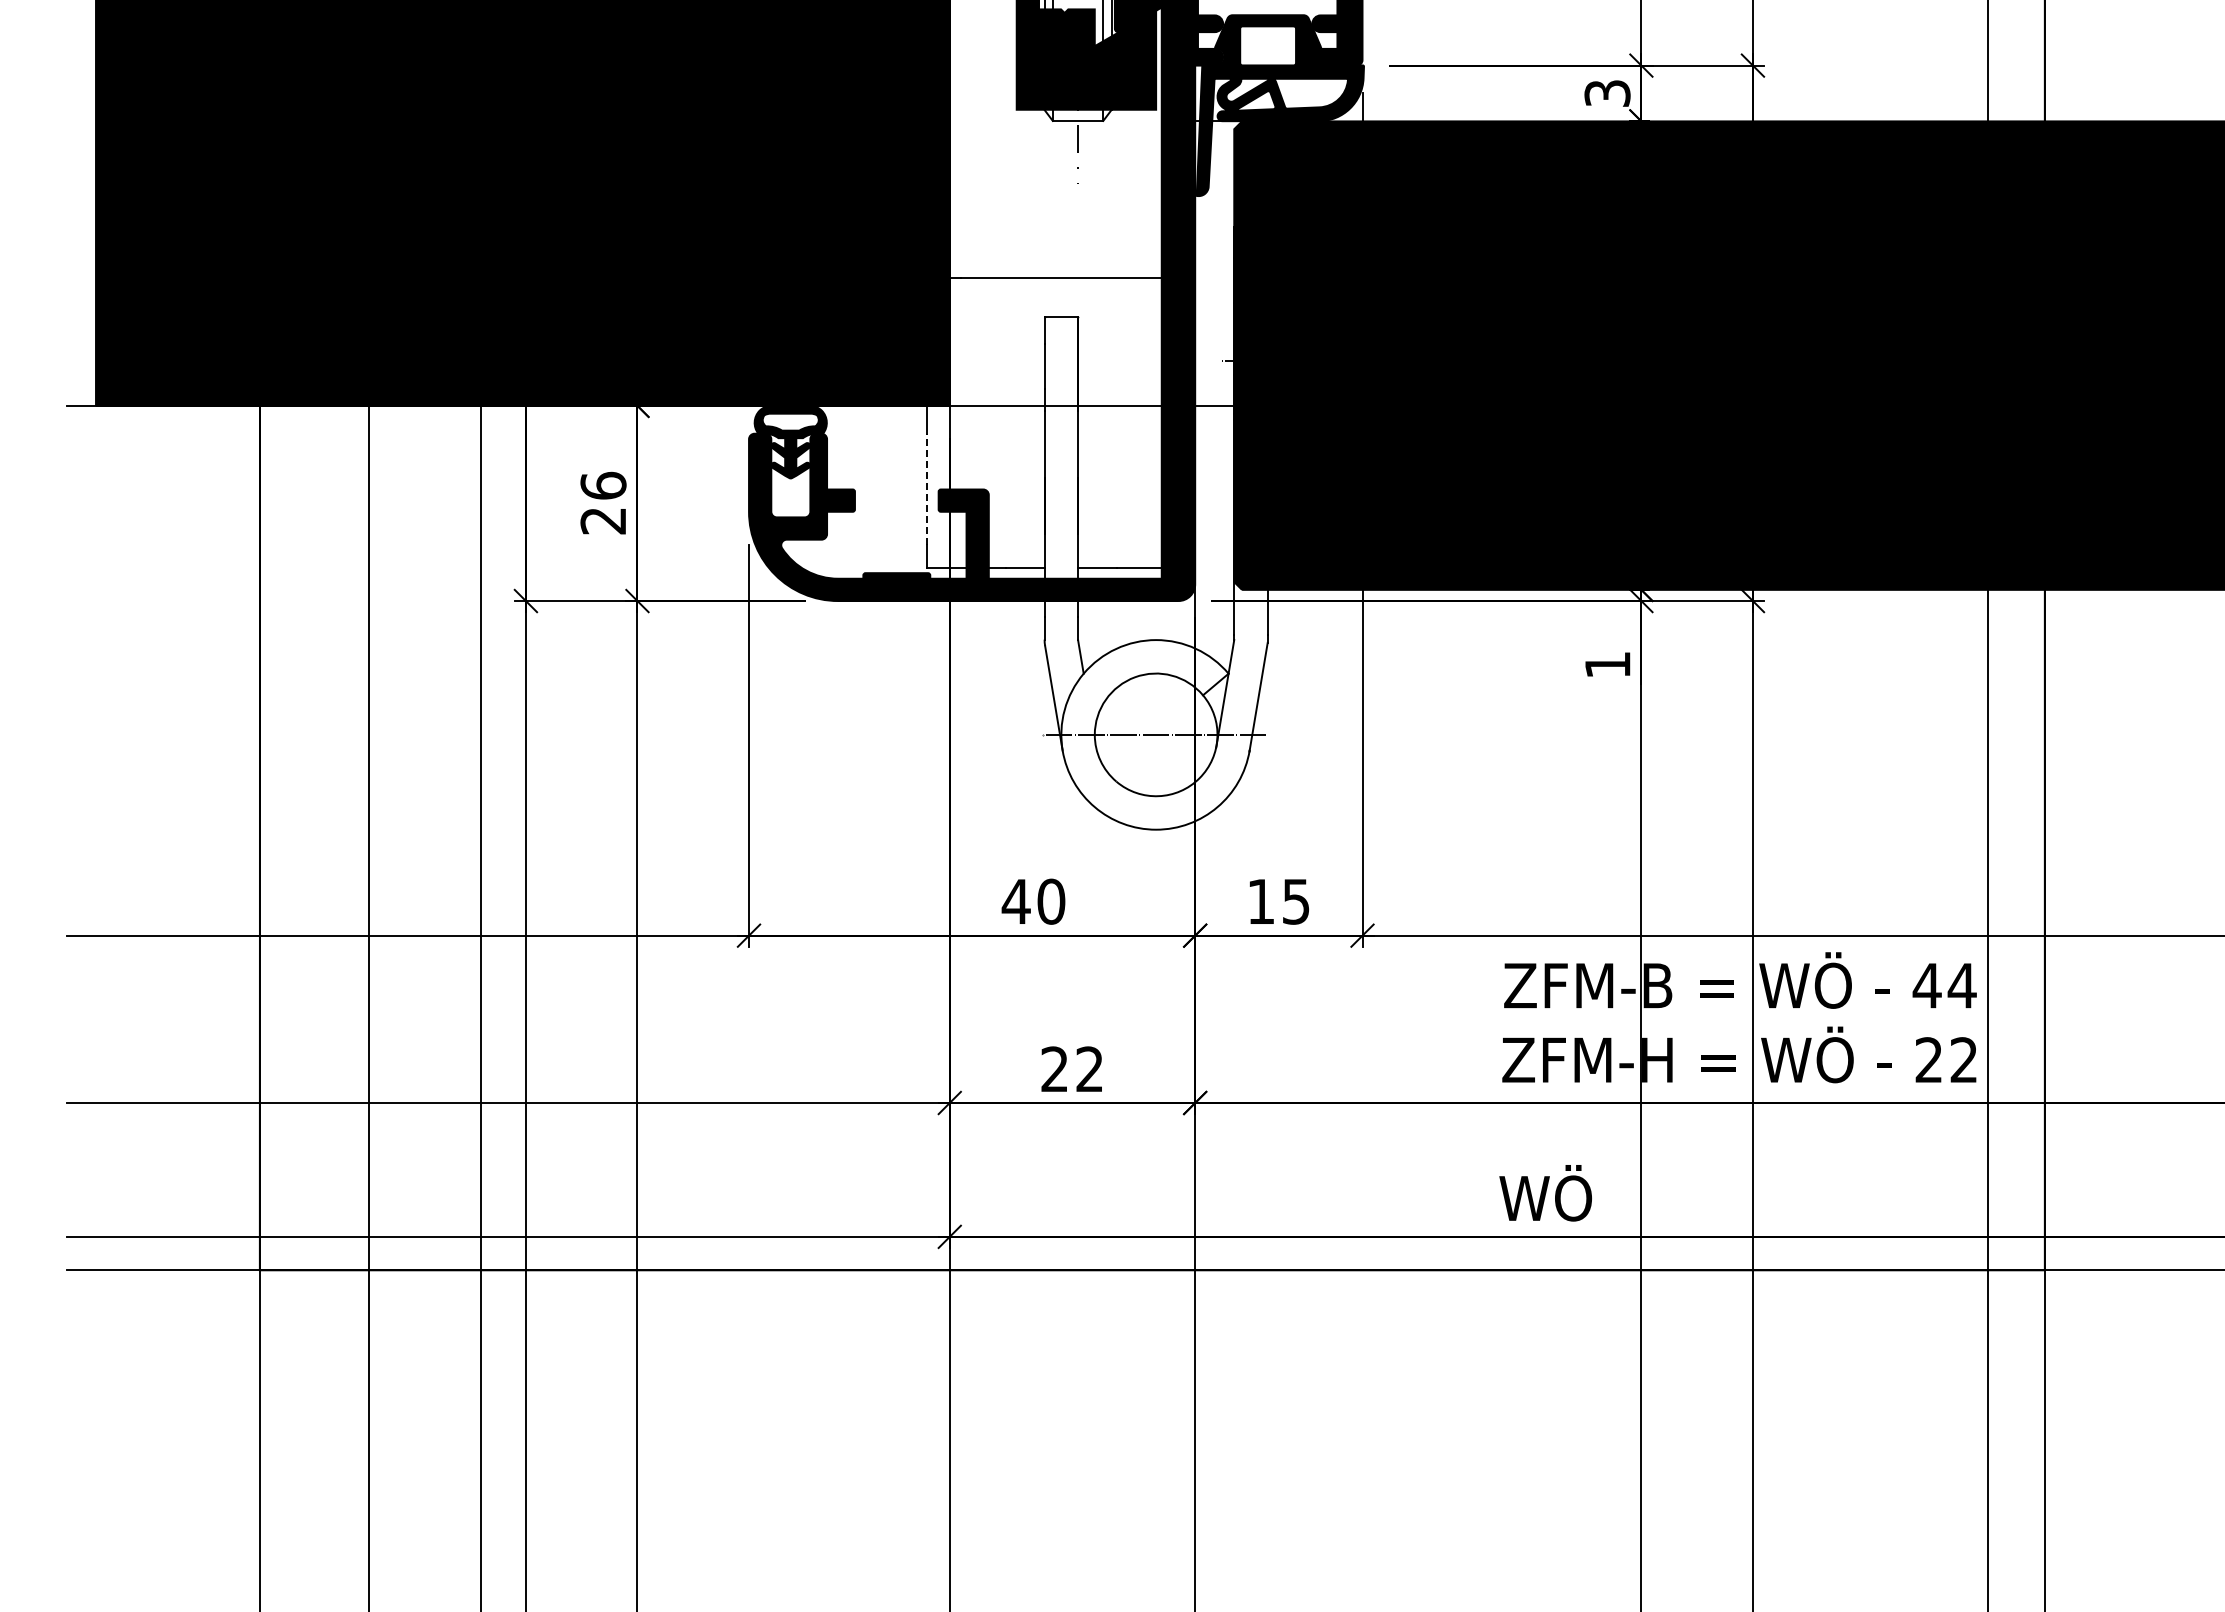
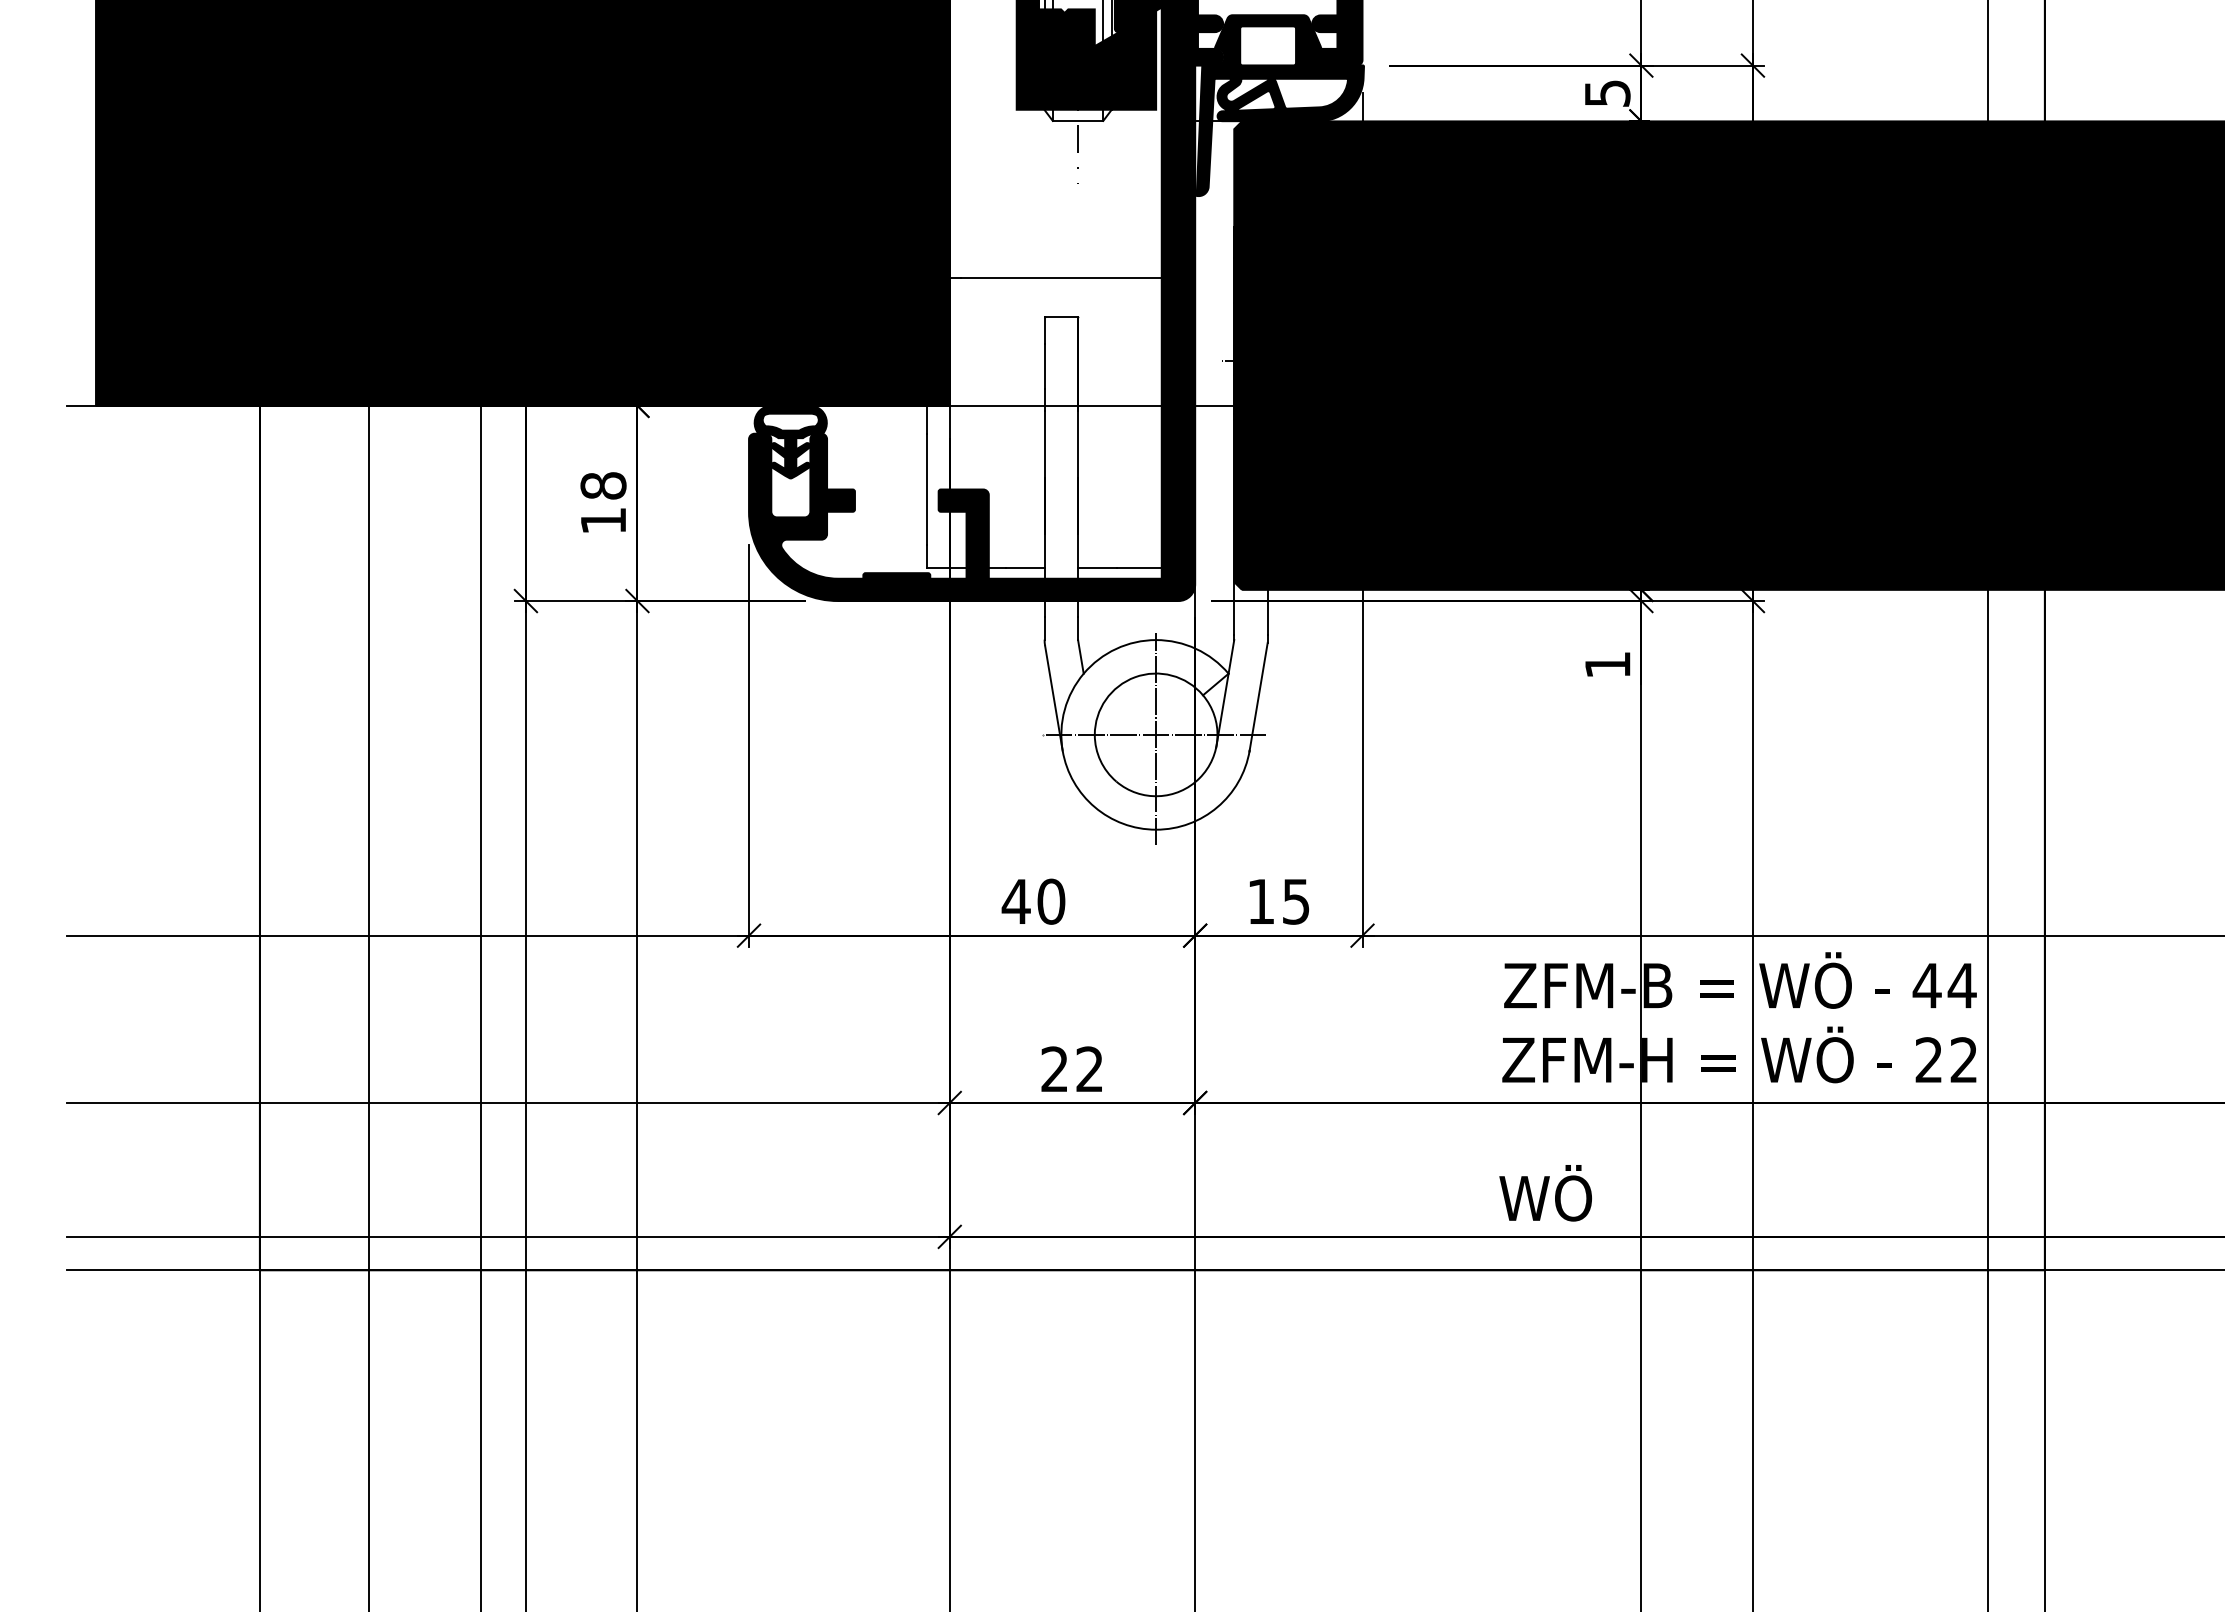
text at (1606, 93): 3 -> 5
line at (927, 489): dashed -> solid
text at (603, 502): 26 -> 18
line at (1156, 738): none -> present
